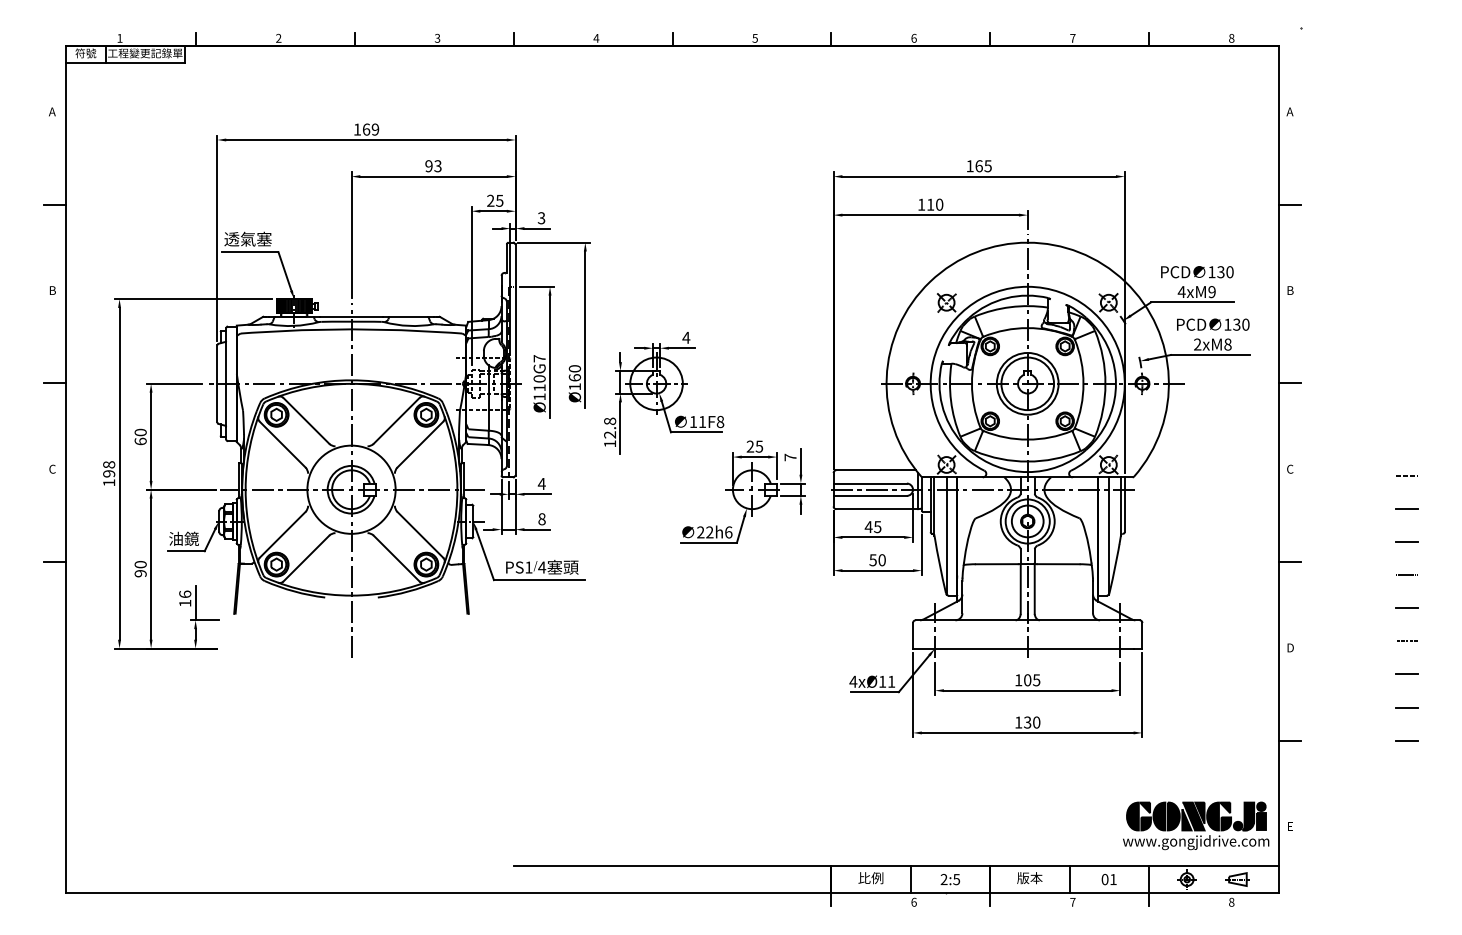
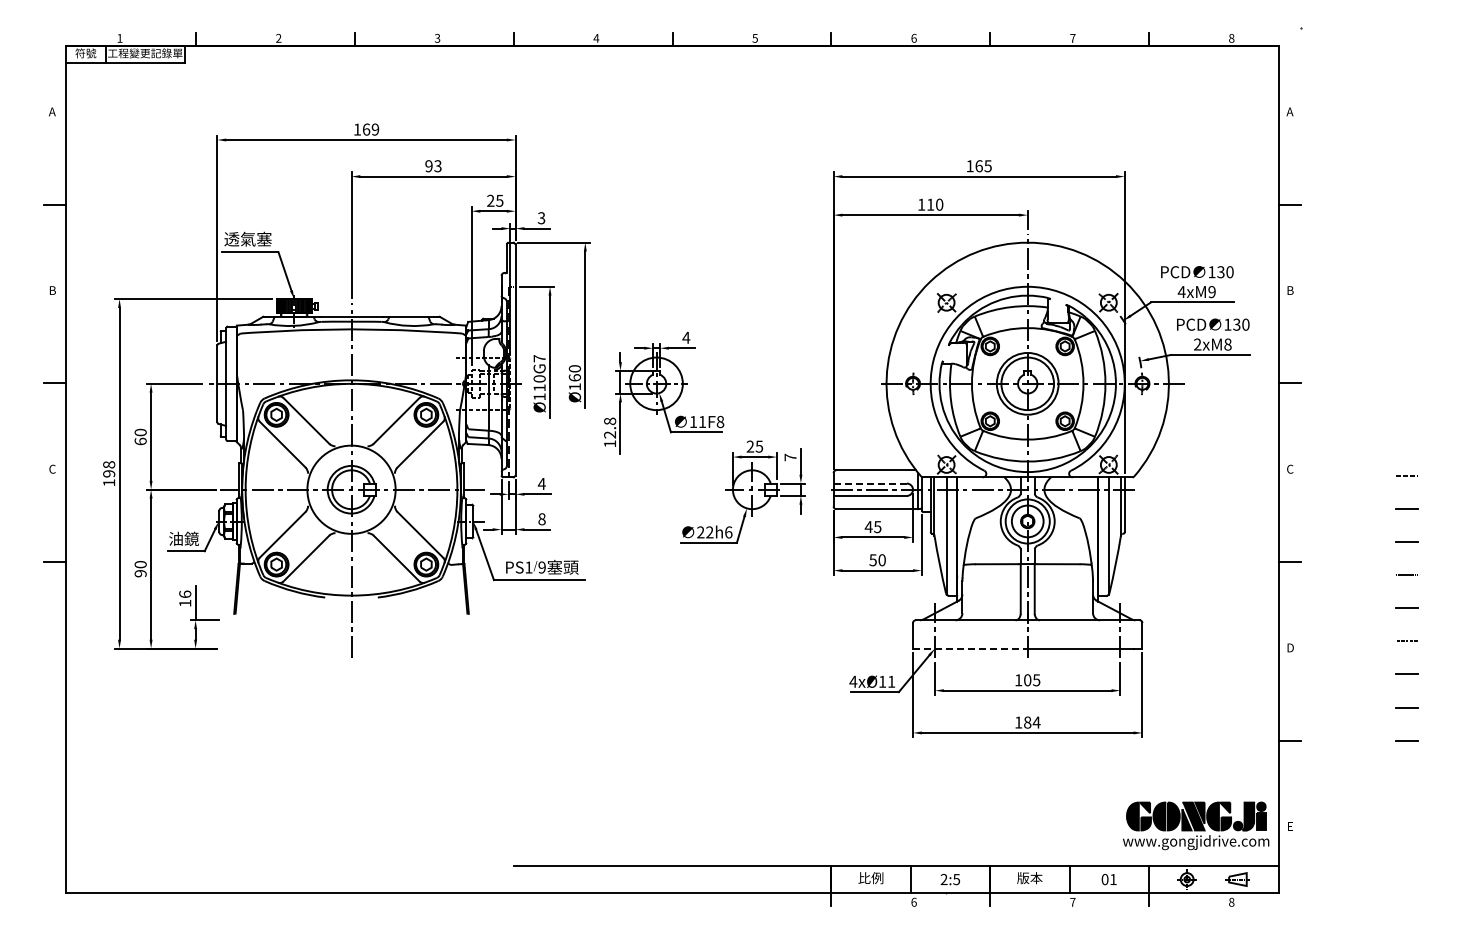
line at (870, 483): solid -> dashed
text at (542, 567): 4 -> 9
line at (970, 648): solid -> dashed
text at (1032, 722): 130 -> 184
